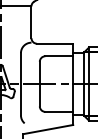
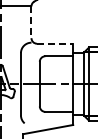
line at (31, 22): solid -> dashed
line at (55, 43): solid -> dashed
